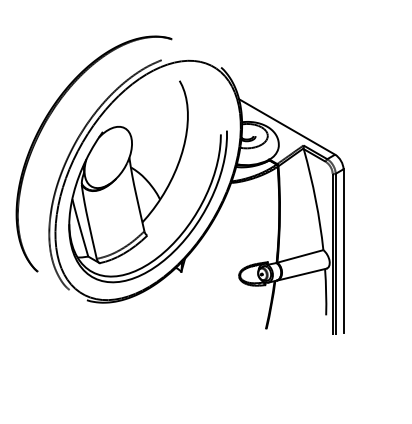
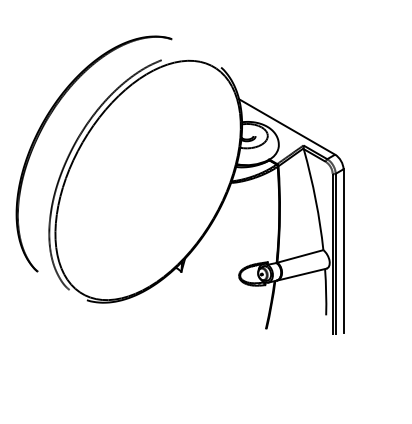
part at (147, 181): present -> none
